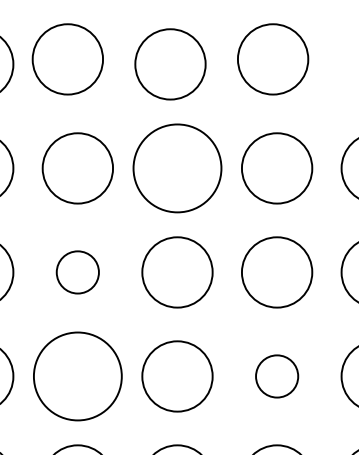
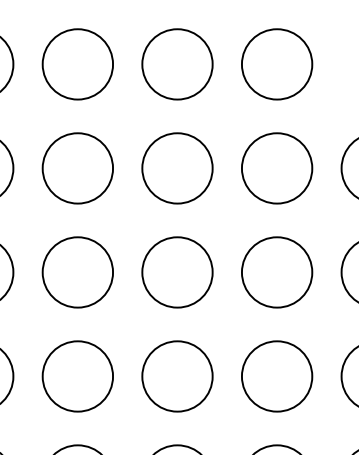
circle at (67, 59) position: (67, 59) -> (77, 64)
circle at (273, 59) position: (273, 59) -> (277, 64)
circle at (170, 64) position: (170, 64) -> (177, 64)
circle at (177, 168) diameter: 88 px -> 70 px
circle at (77, 272) diameter: 42 px -> 70 px
circle at (77, 376) diameter: 88 px -> 70 px
circle at (277, 376) diameter: 42 px -> 70 px
